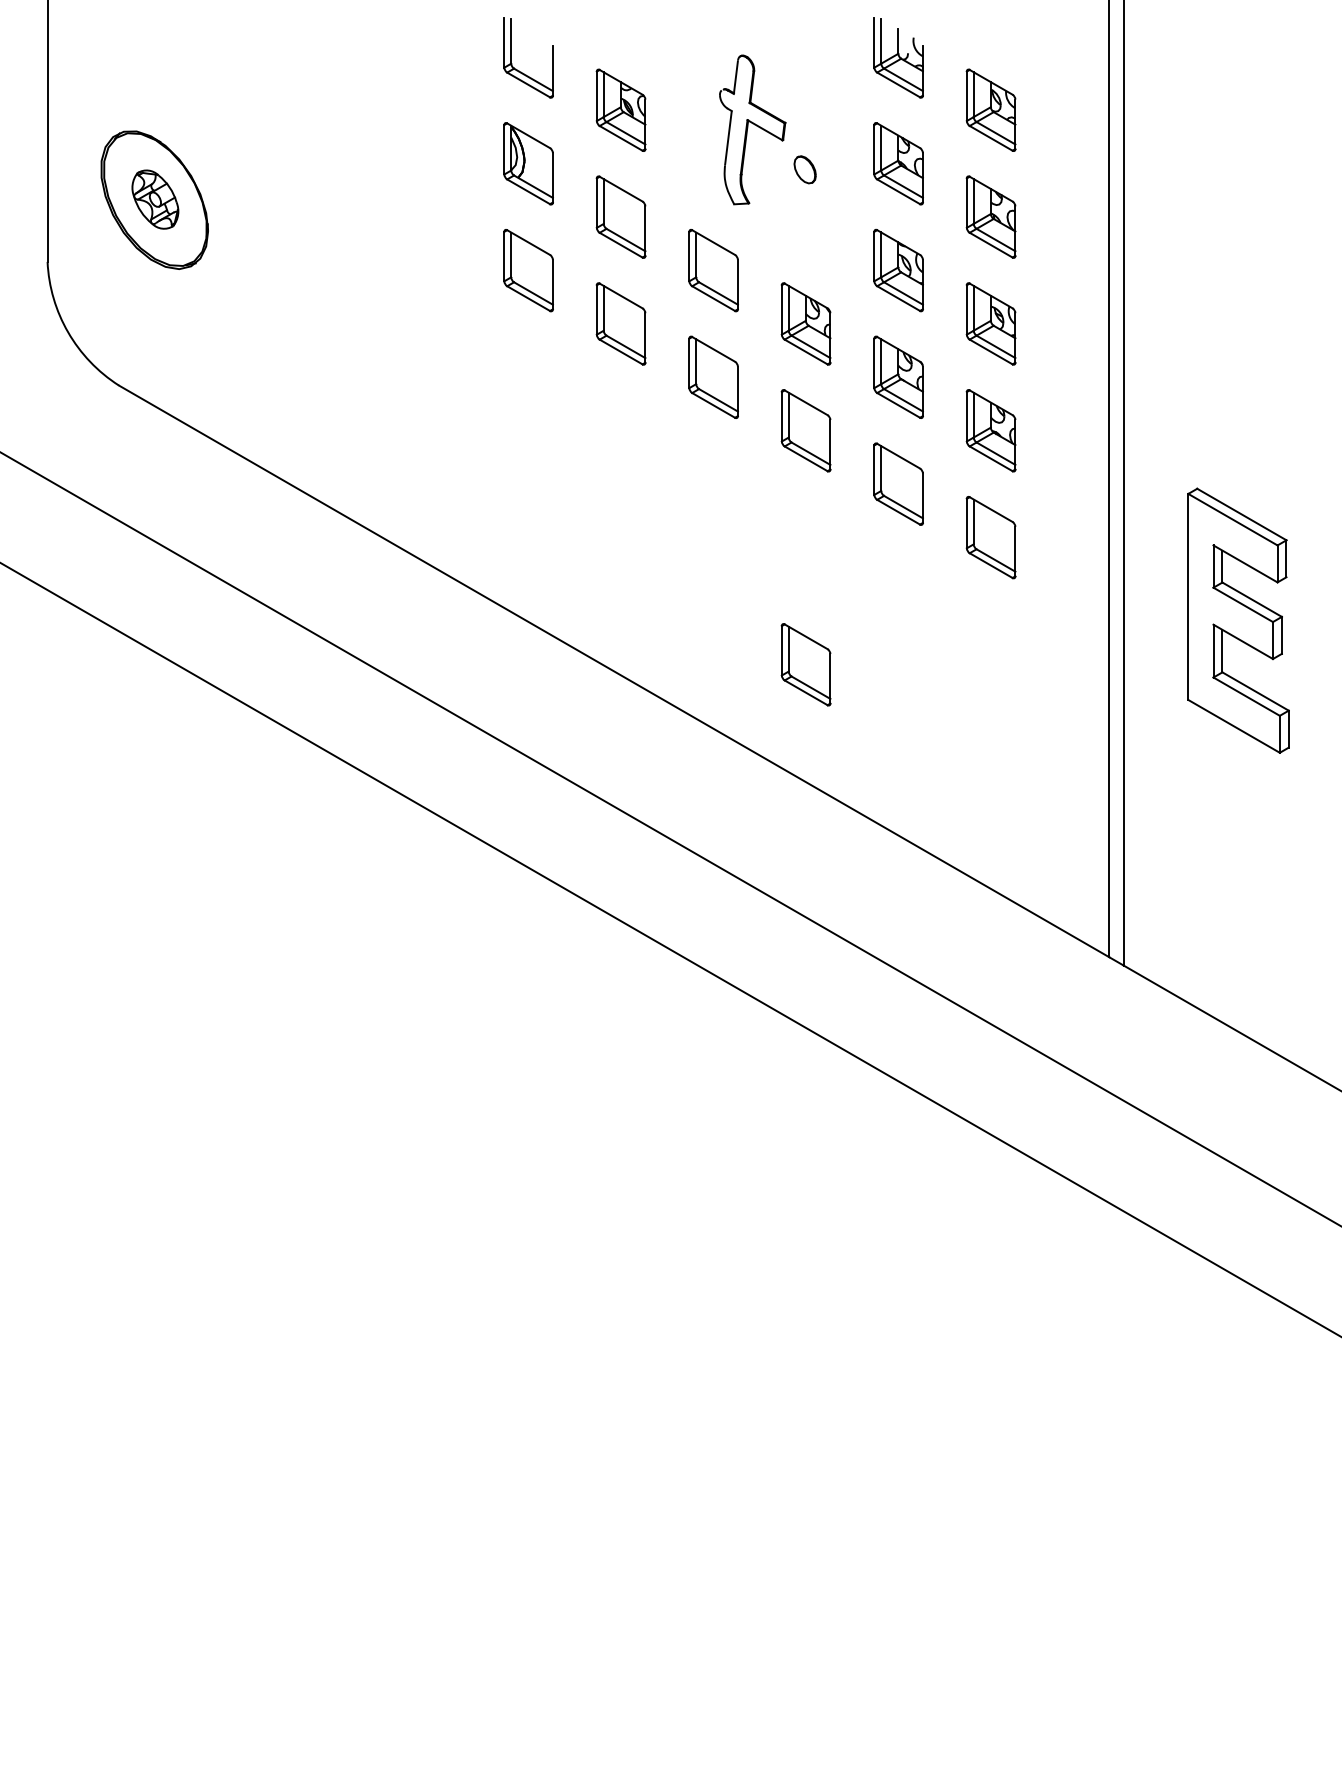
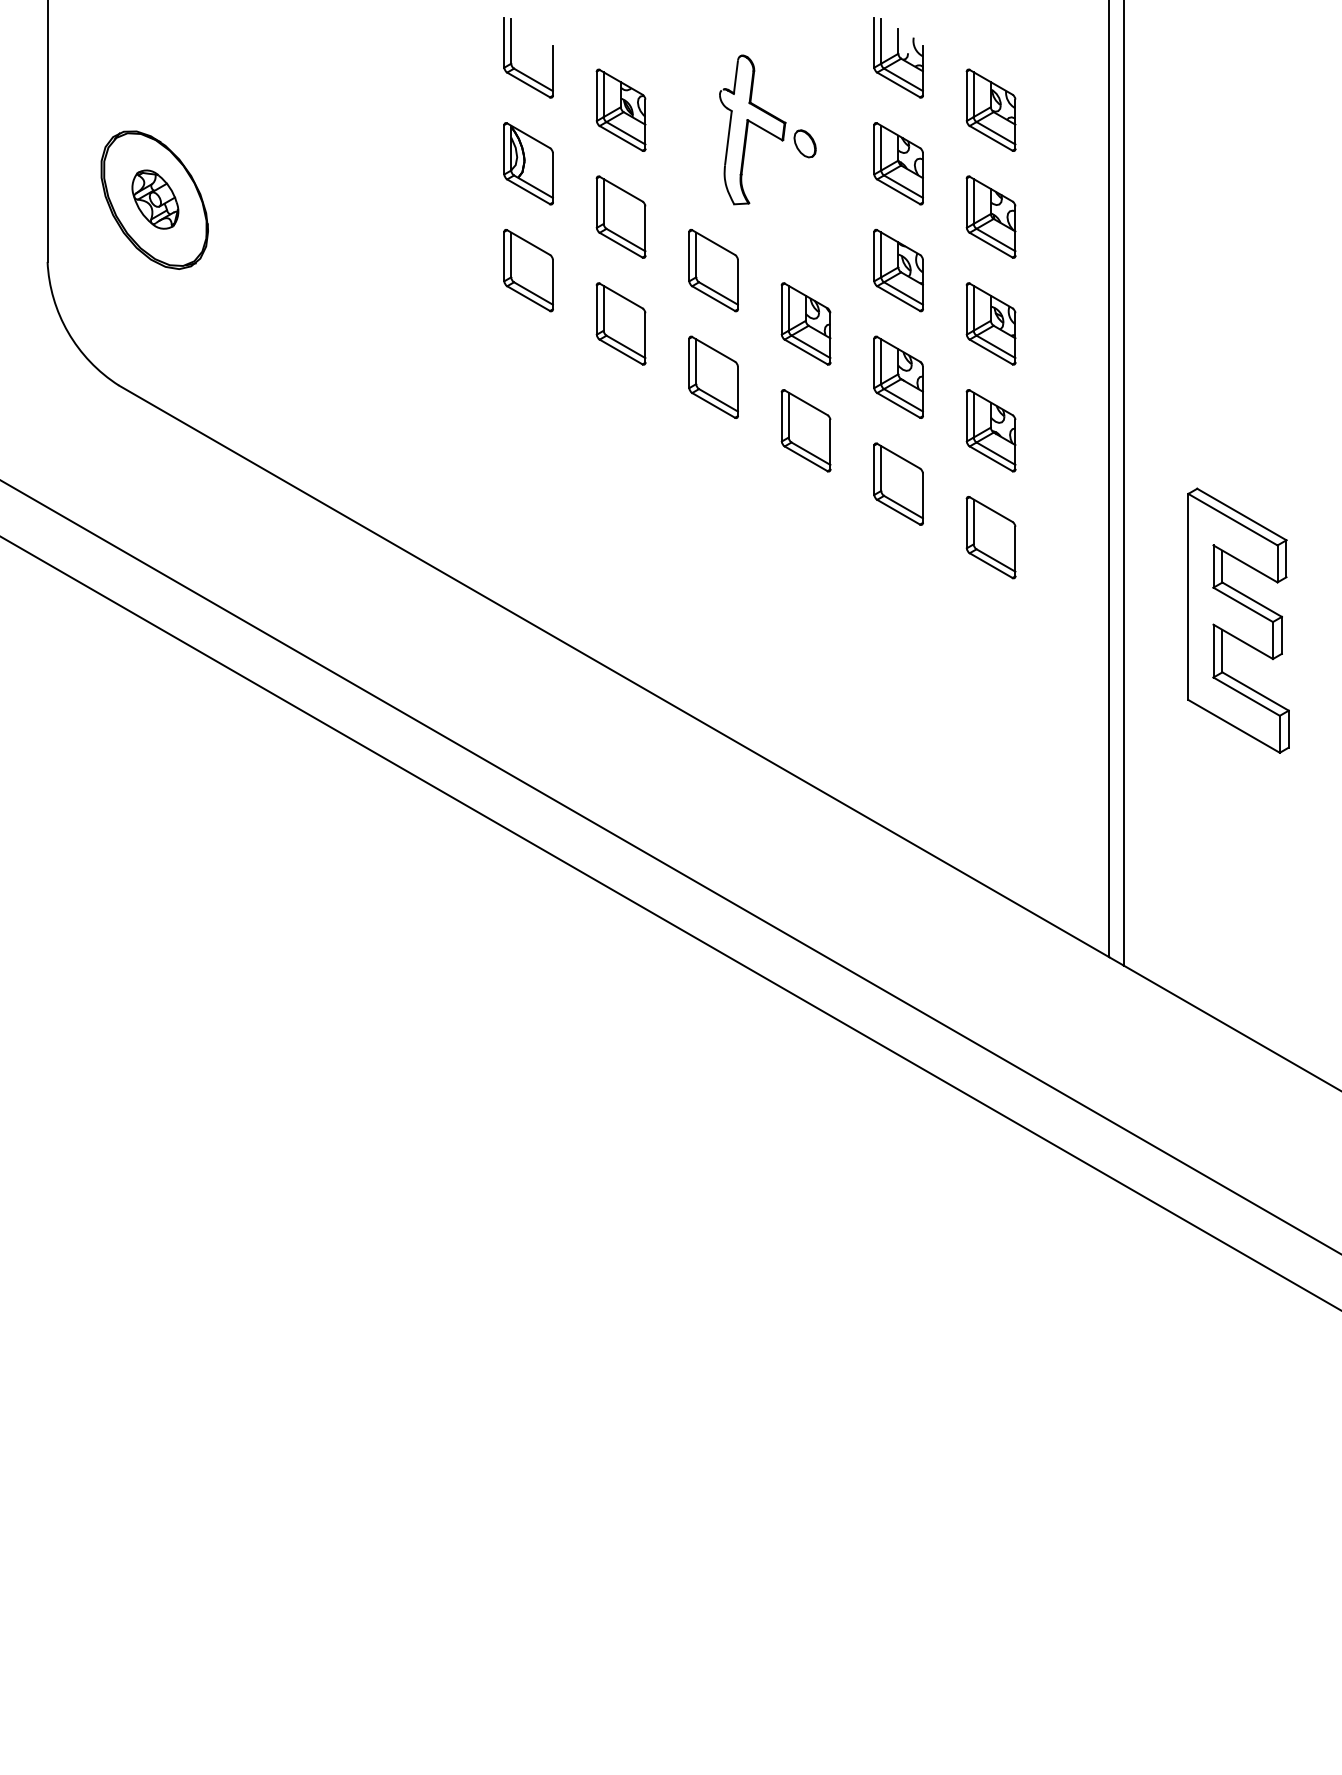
part at (804, 169) position: (804, 169) -> (804, 143)
part at (805, 664): present -> none
line at (670, 838) position: (670, 838) -> (670, 866)
line at (670, 949) position: (670, 949) -> (670, 922)
